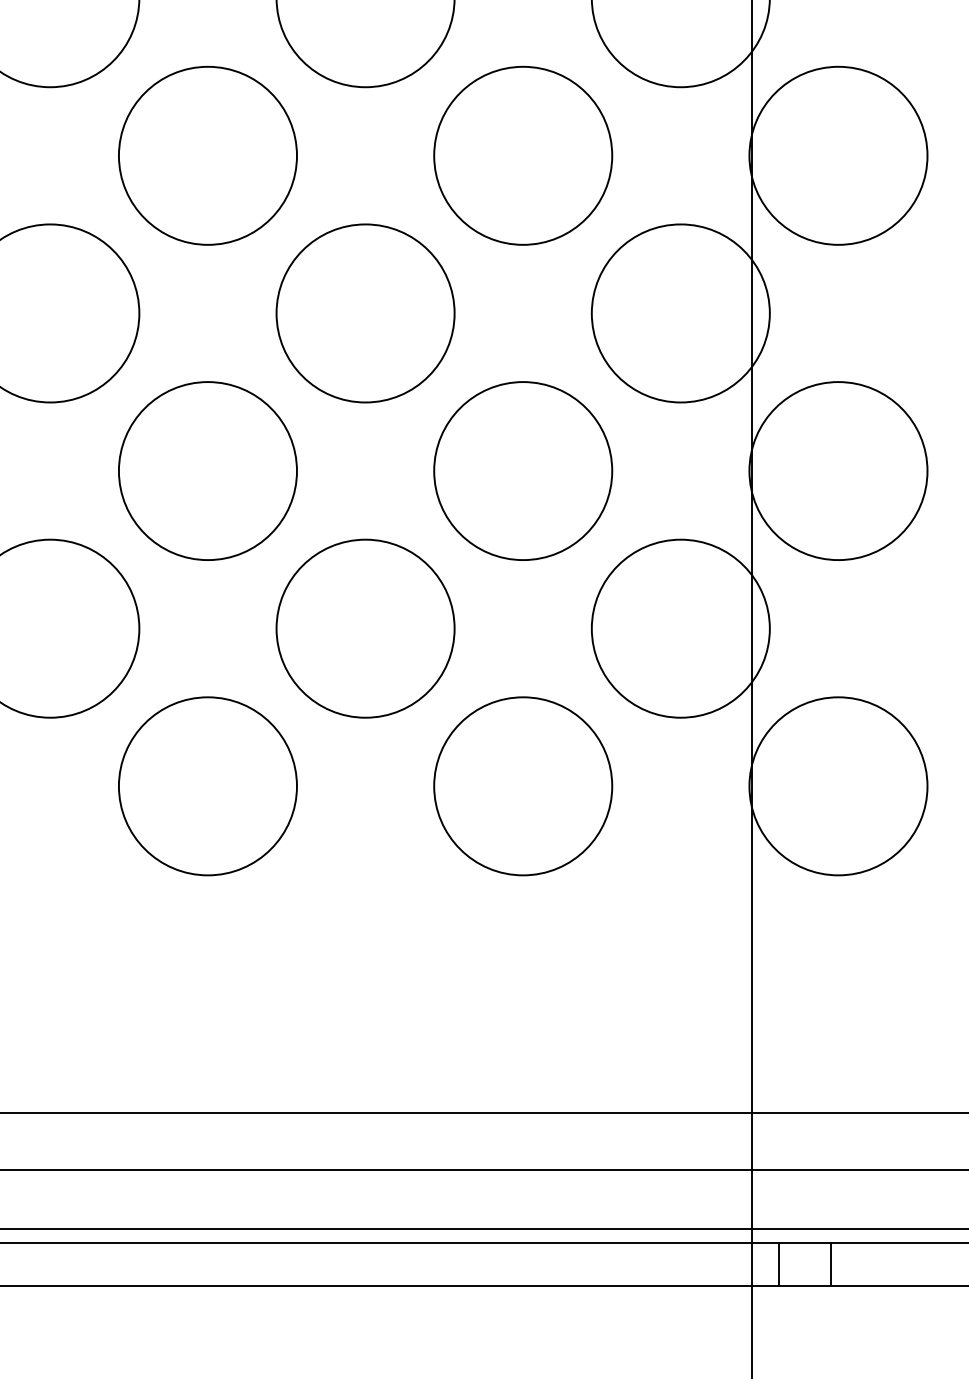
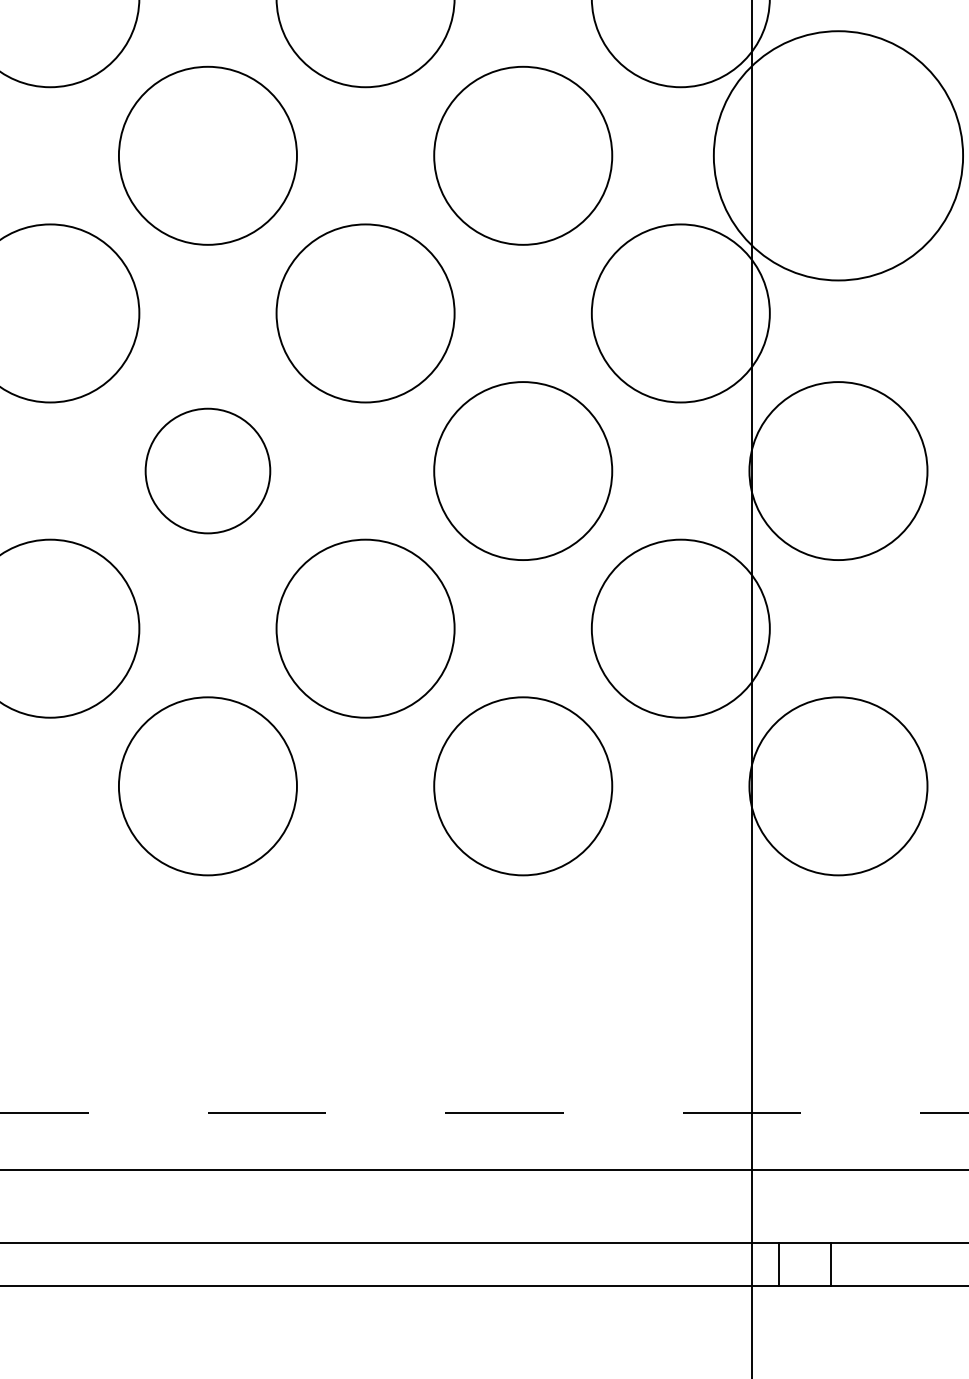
circle at (838, 155) diameter: 178 px -> 249 px
circle at (207, 470) size: 180x180 px -> 128x128 px
line at (484, 1113): solid -> dashed
line at (483, 1229): present -> none
